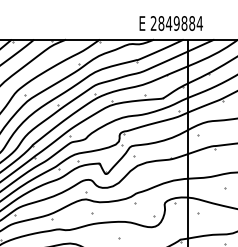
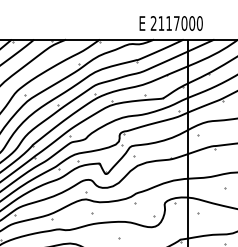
text at (180, 23): 2849884 -> 2117000
